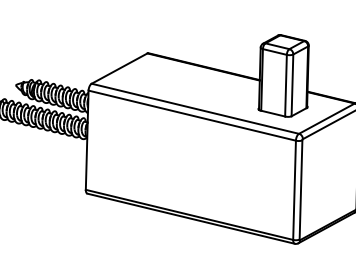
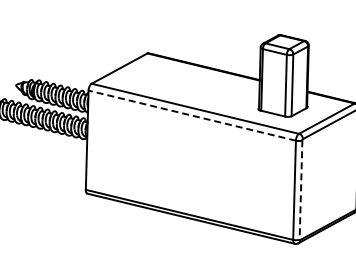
line at (192, 115): solid -> dashed
line at (301, 189): solid -> dashed
